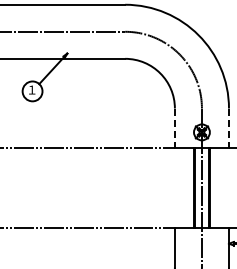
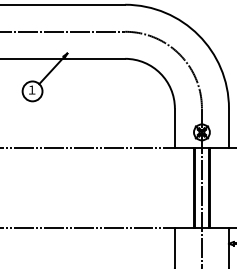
line at (174, 128): dashed -> solid
line at (228, 128): dashed -> solid
